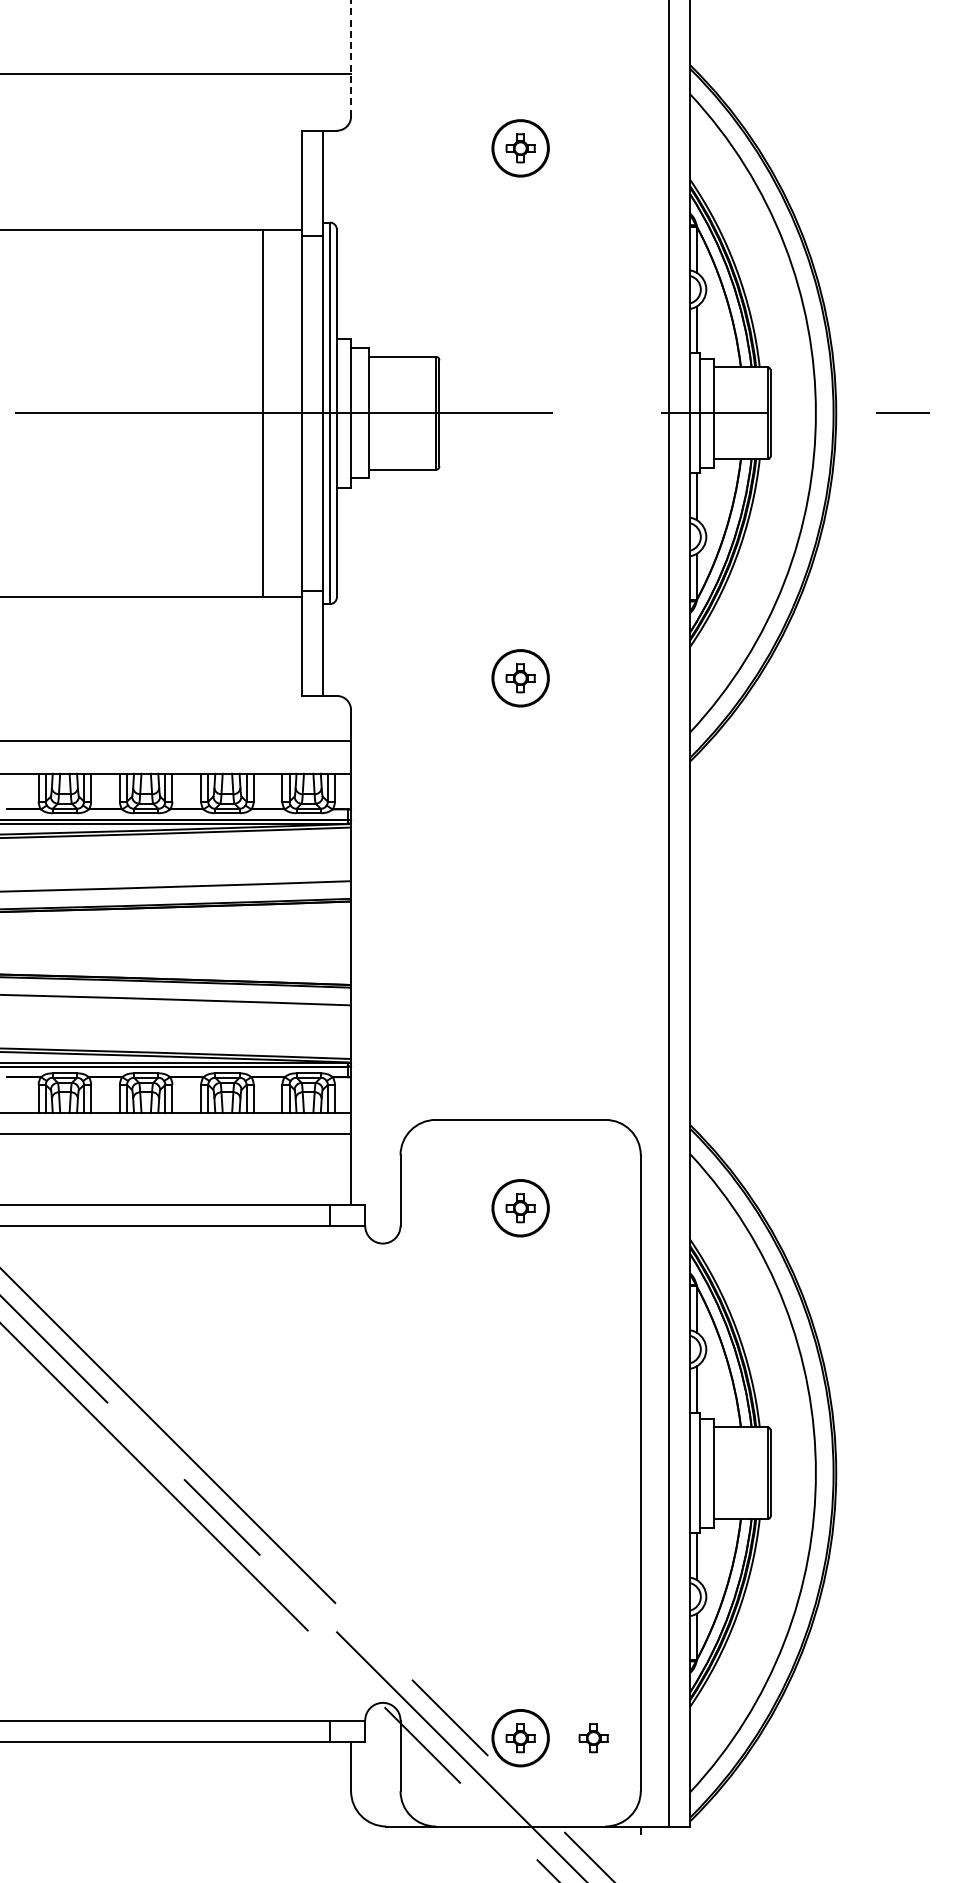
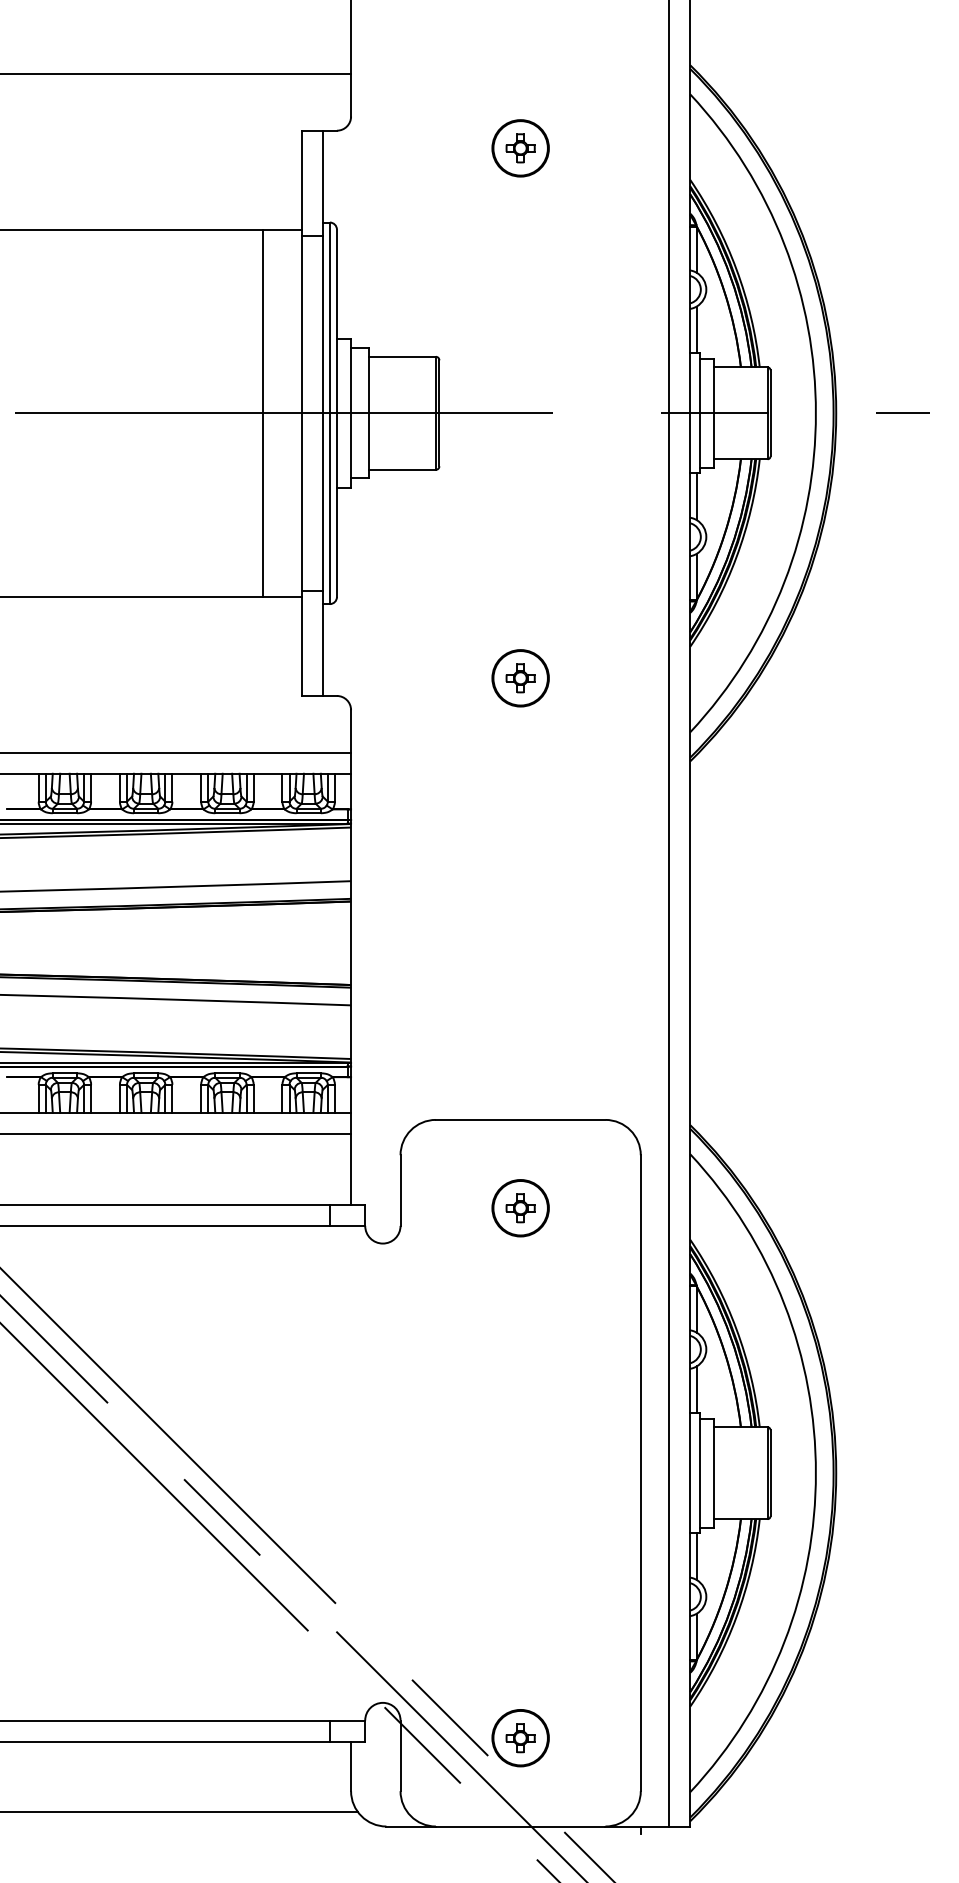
line at (351, 58): dashed -> solid
line at (176, 740) position: (176, 740) -> (176, 752)
part at (593, 1738): present -> none
line at (180, 1812): none -> present
